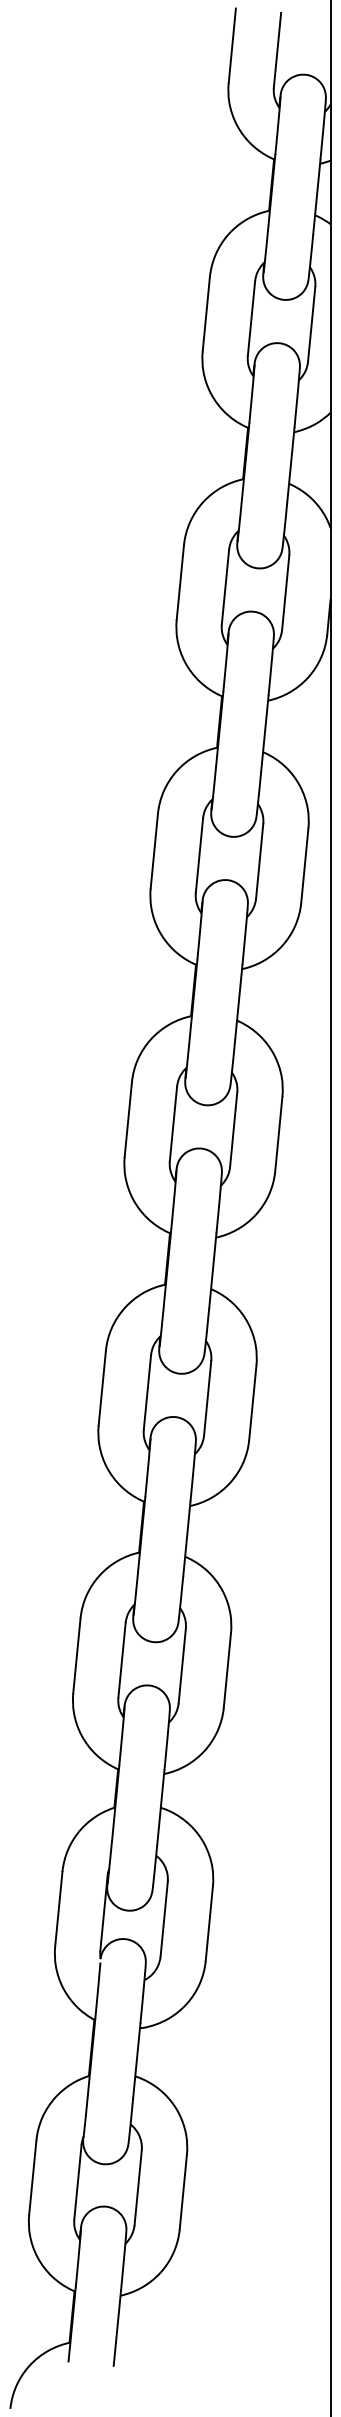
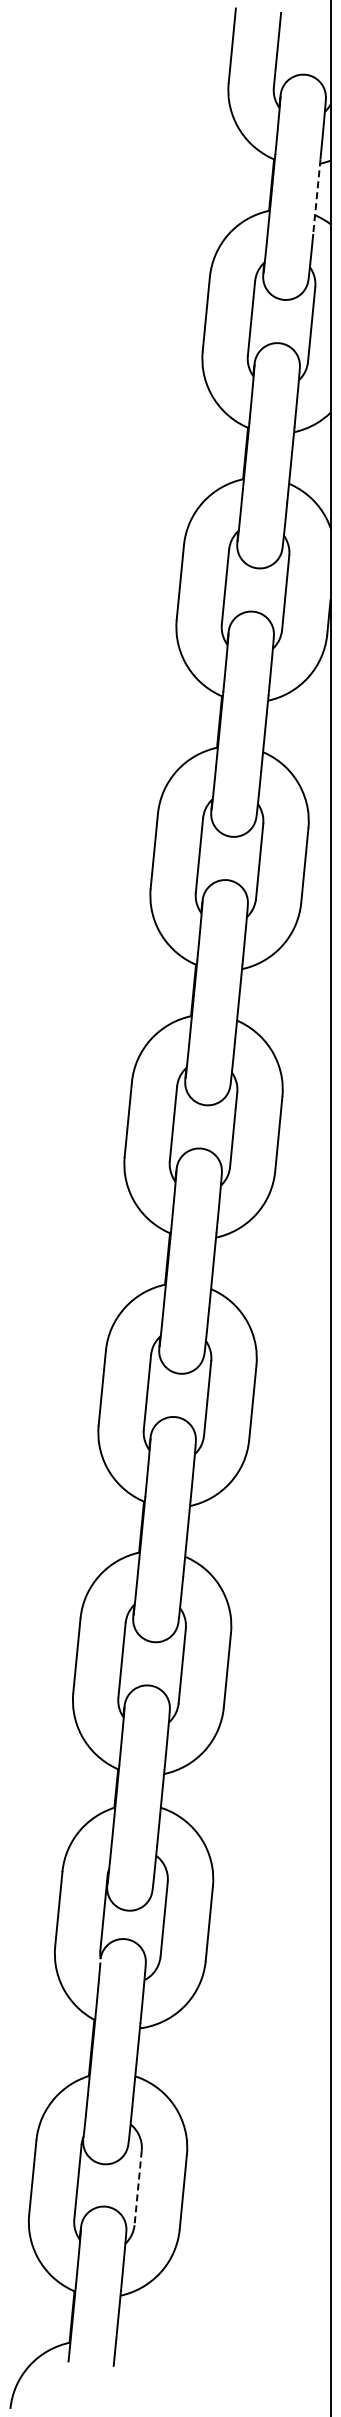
line at (316, 197): solid -> dashed
line at (138, 2188): solid -> dashed
